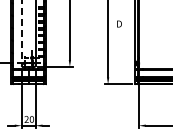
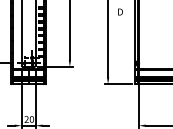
text at (119, 23) position: (119, 23) -> (120, 11)
line at (21, 33): dashed -> solid
